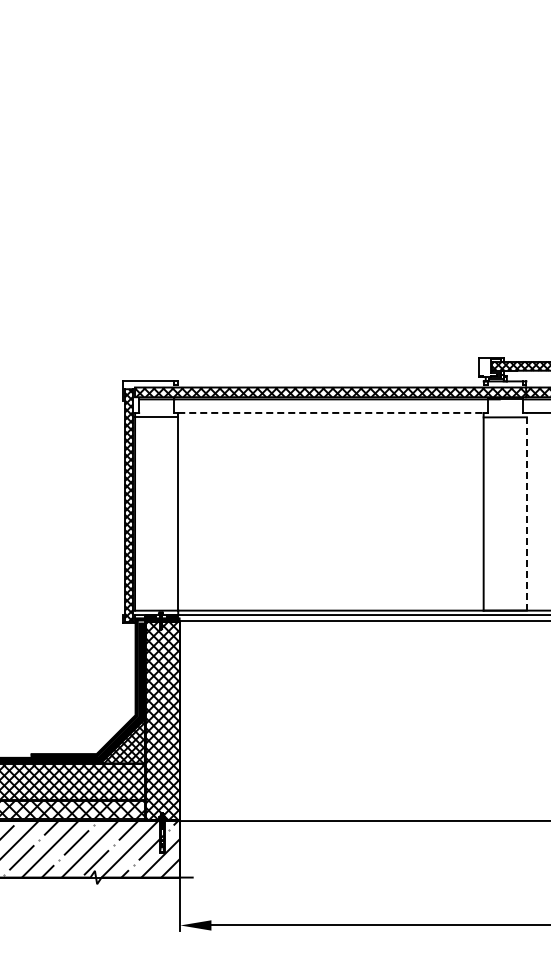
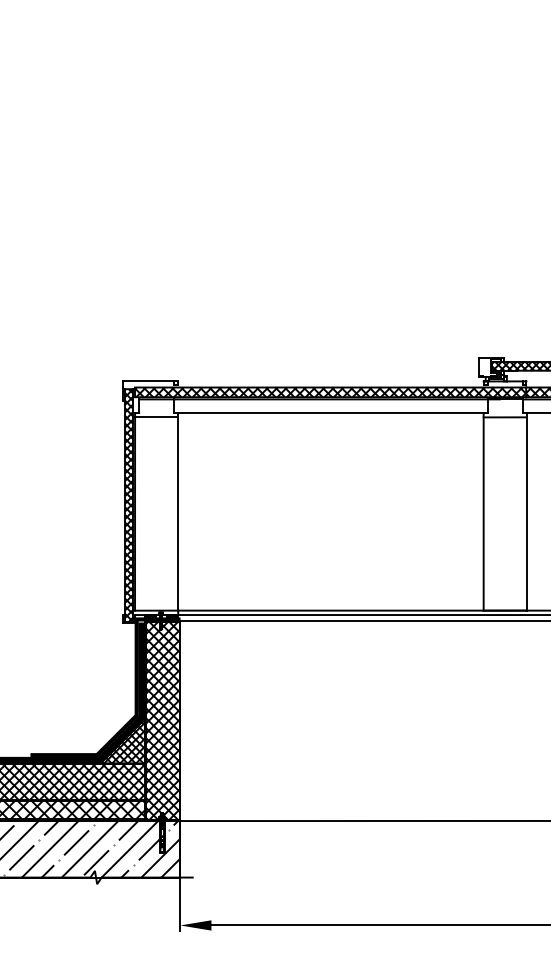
line at (333, 412): dashed -> solid
line at (526, 511): dashed -> solid
